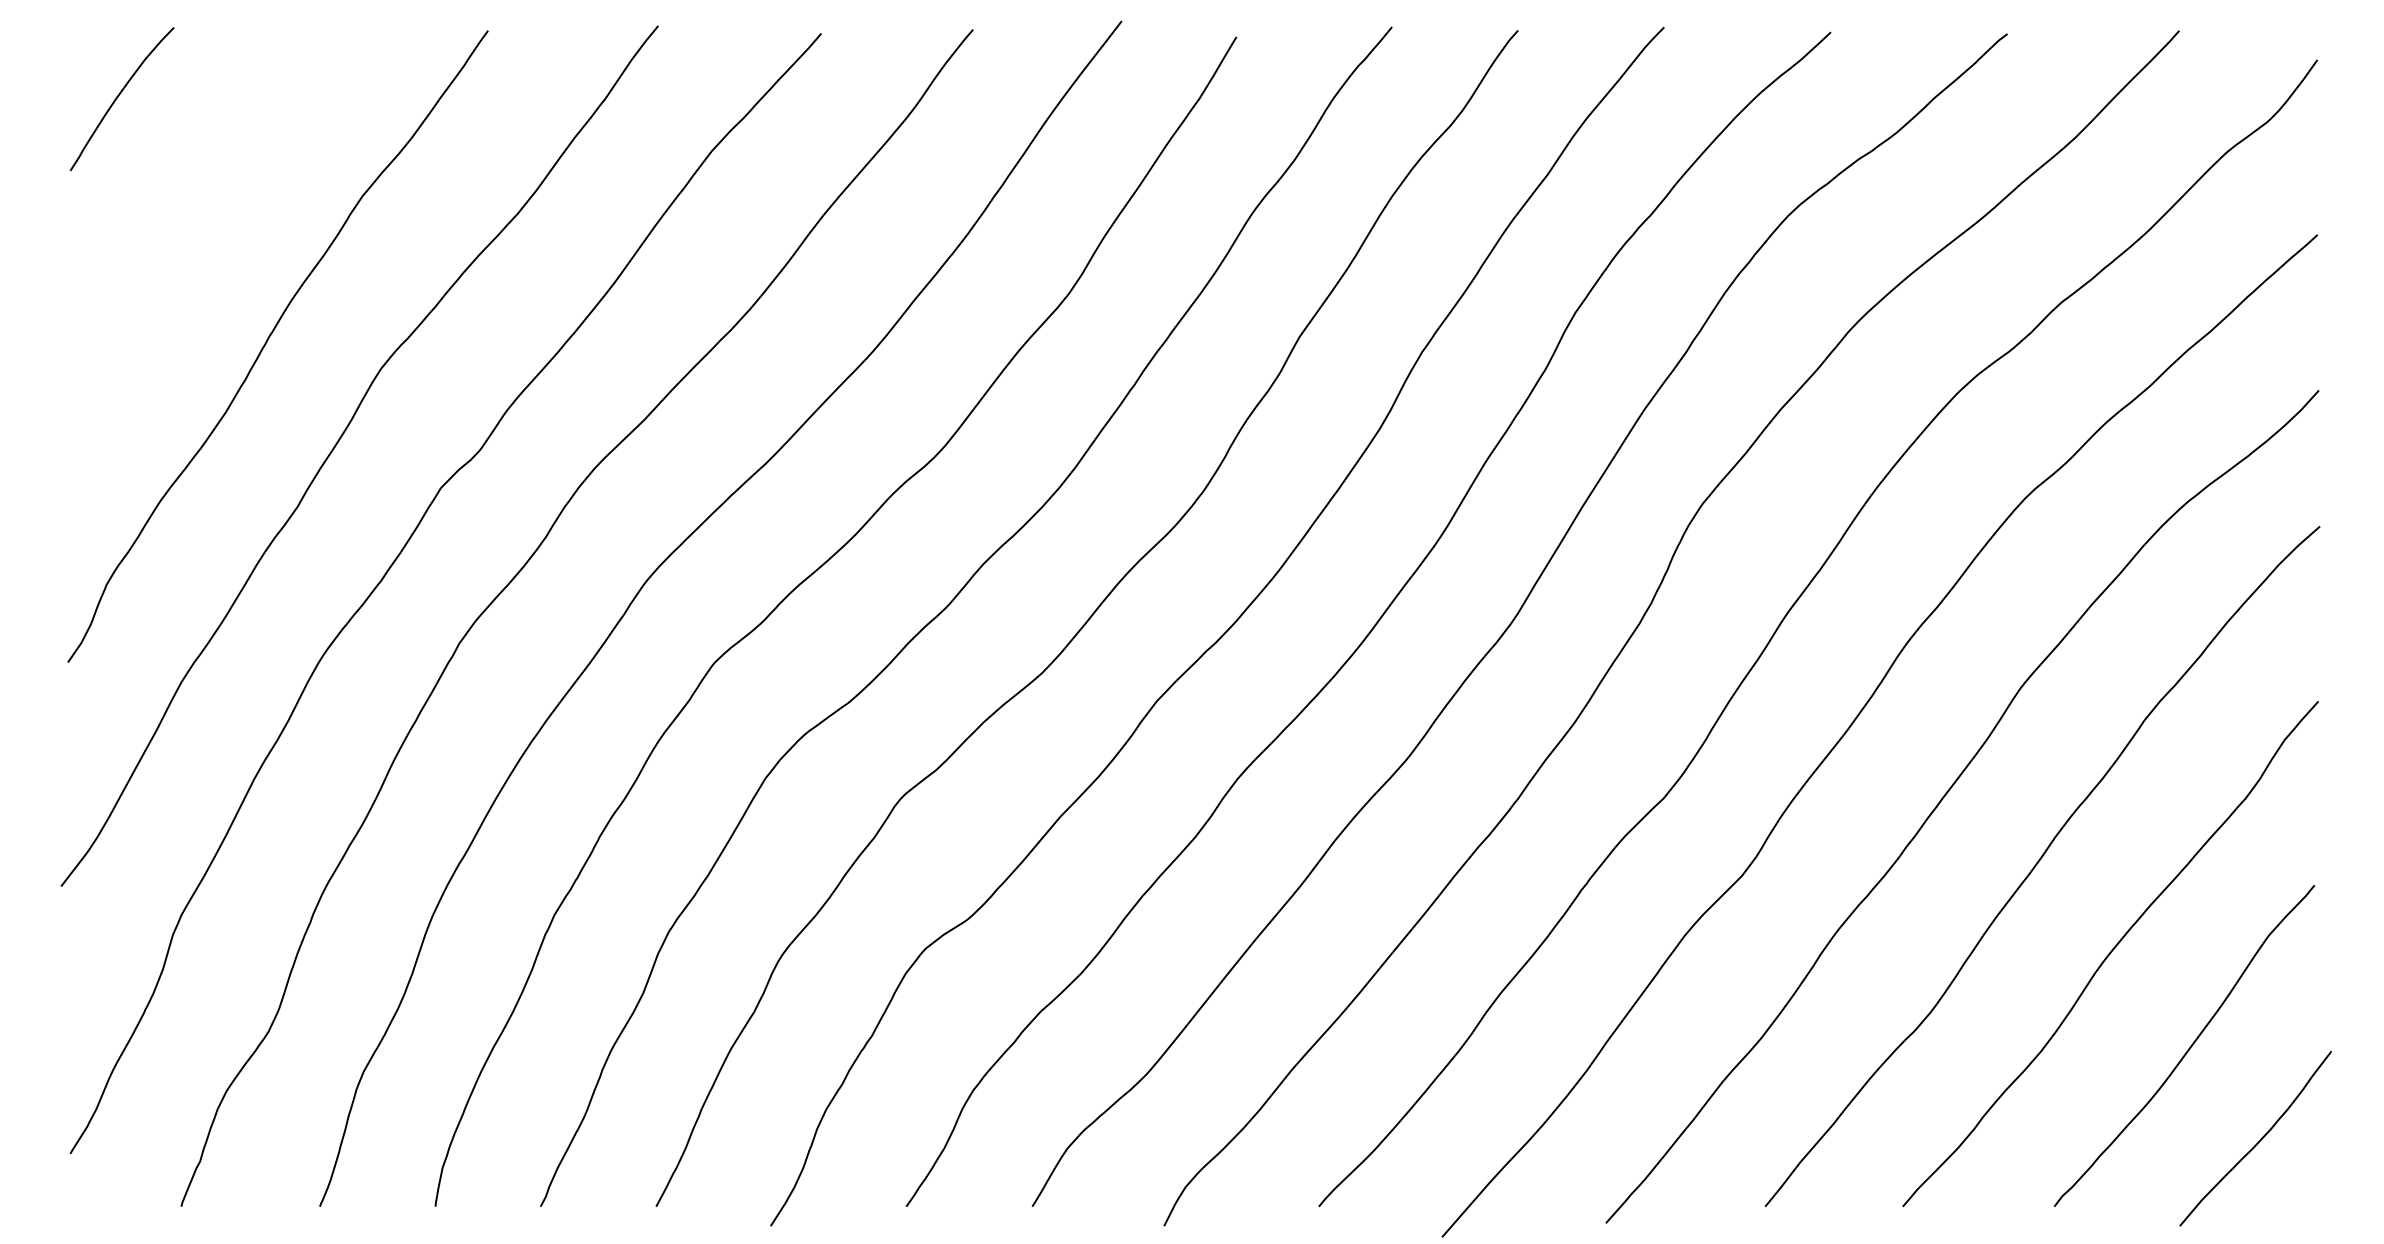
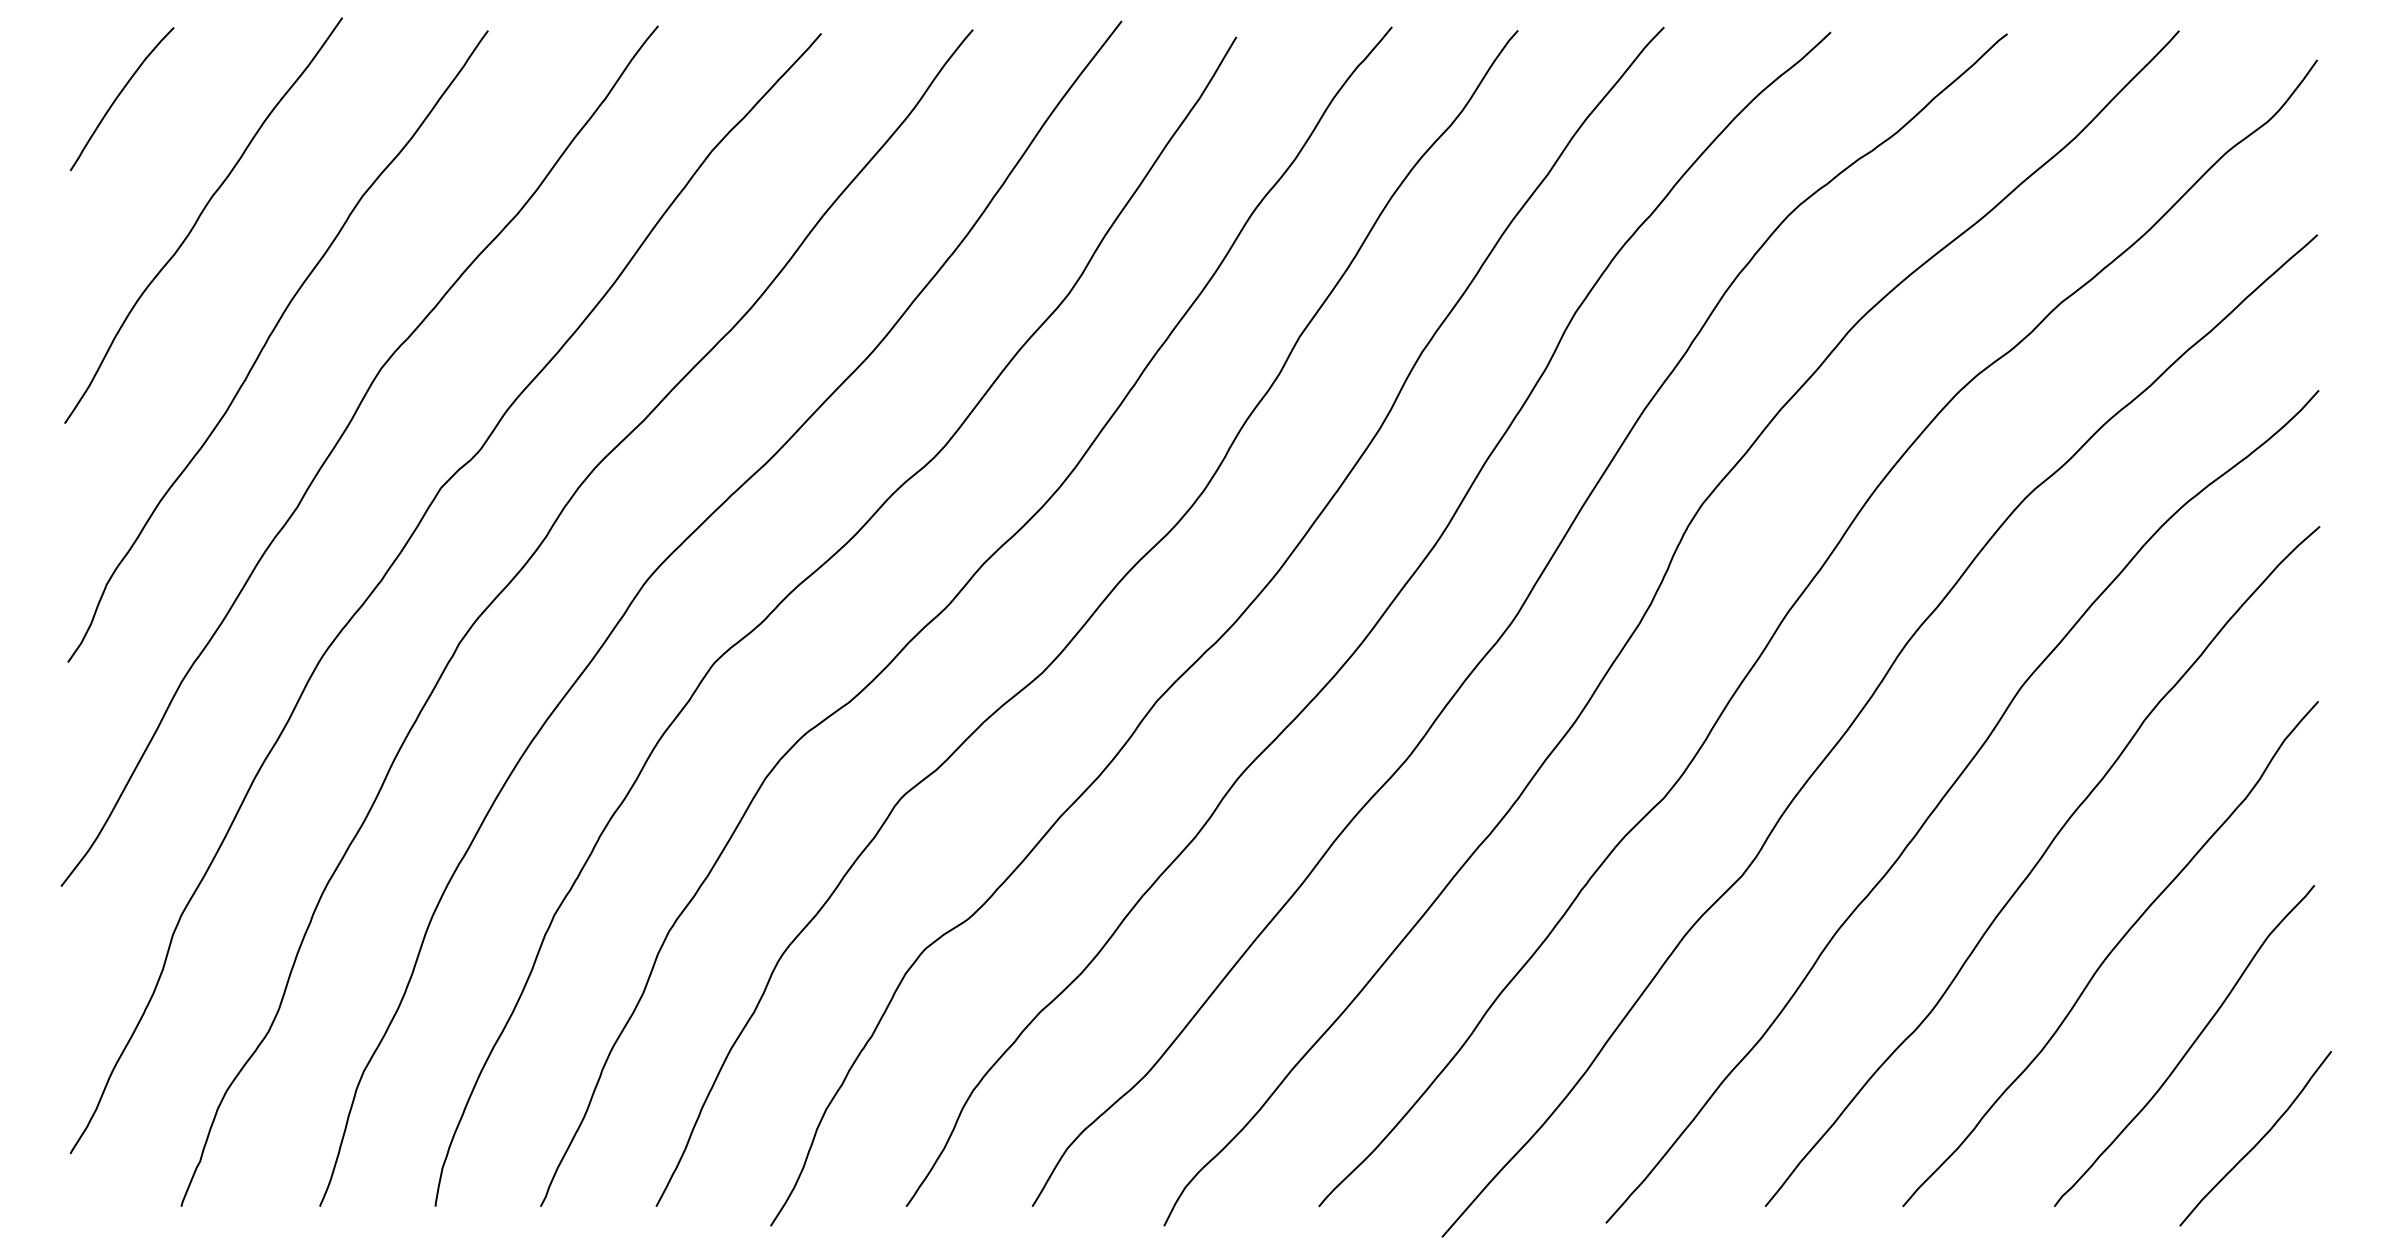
curve at (199, 218): none -> present
